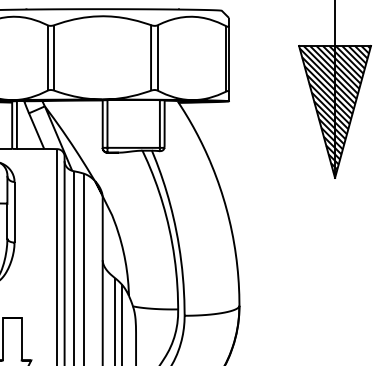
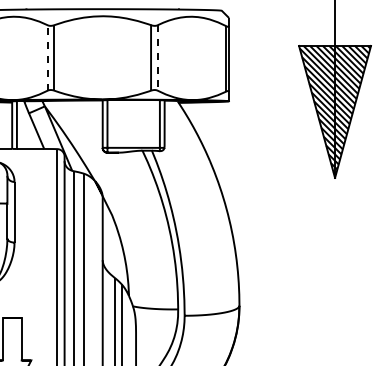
line at (47, 57): solid -> dashed
line at (157, 57): solid -> dashed
